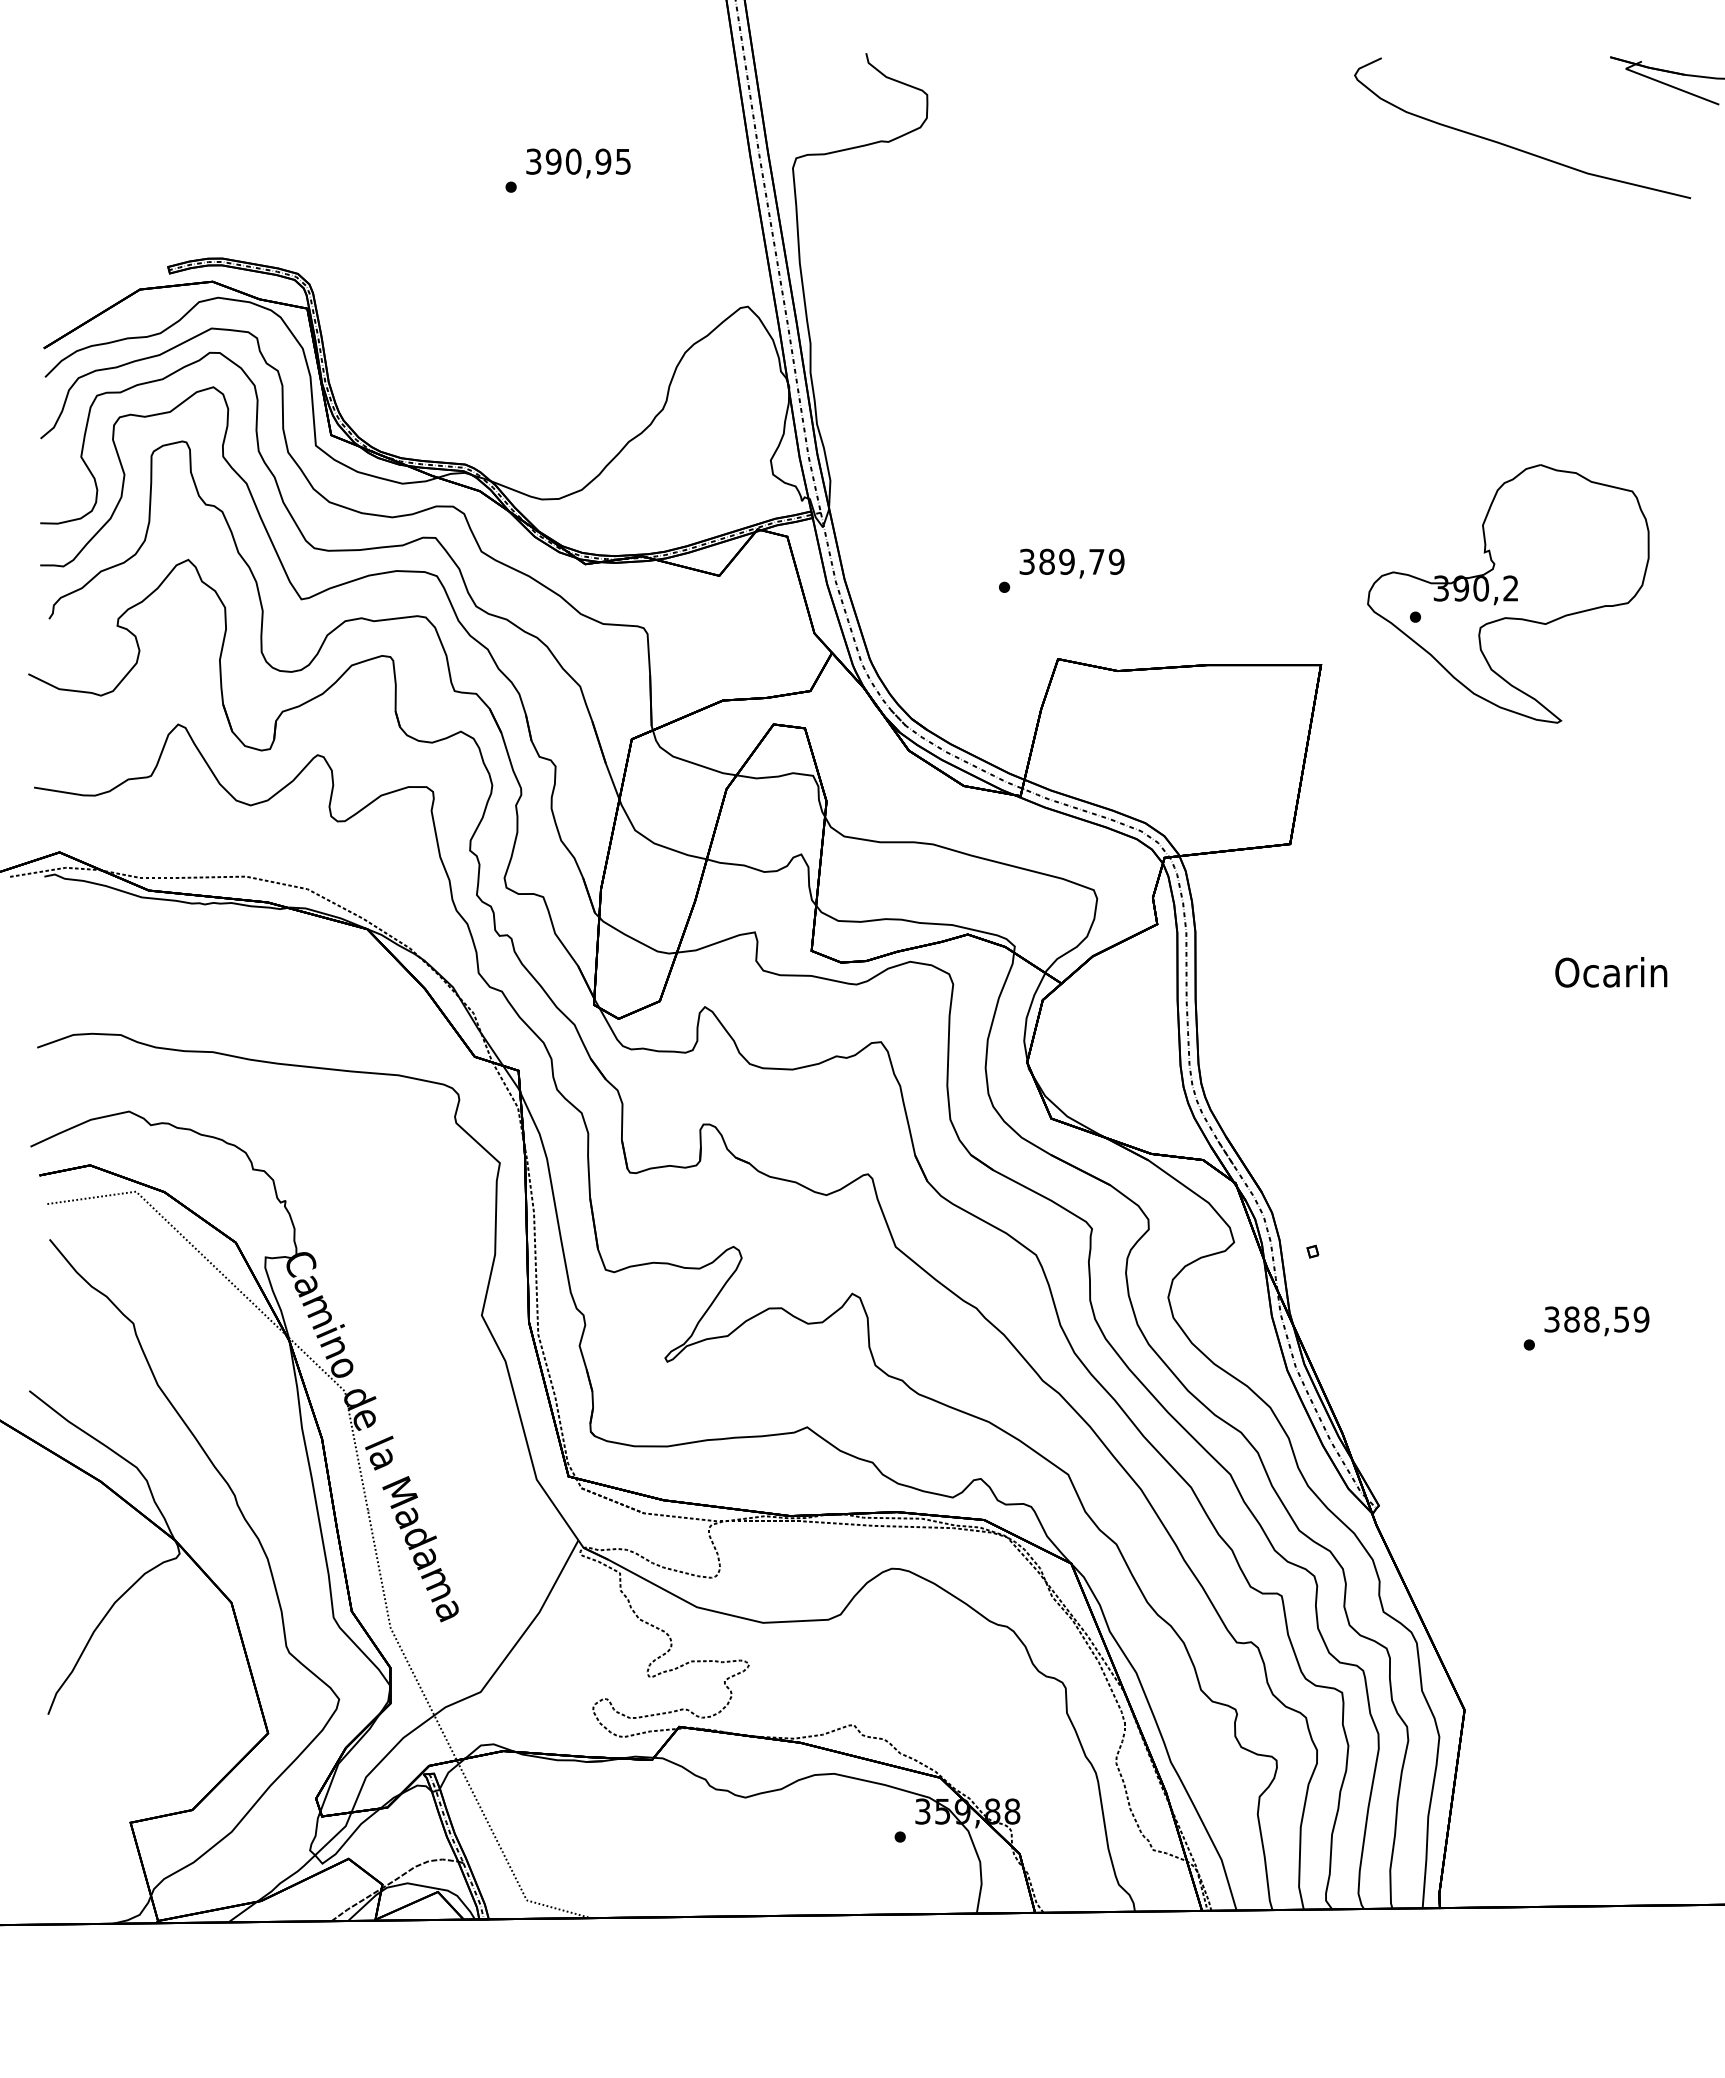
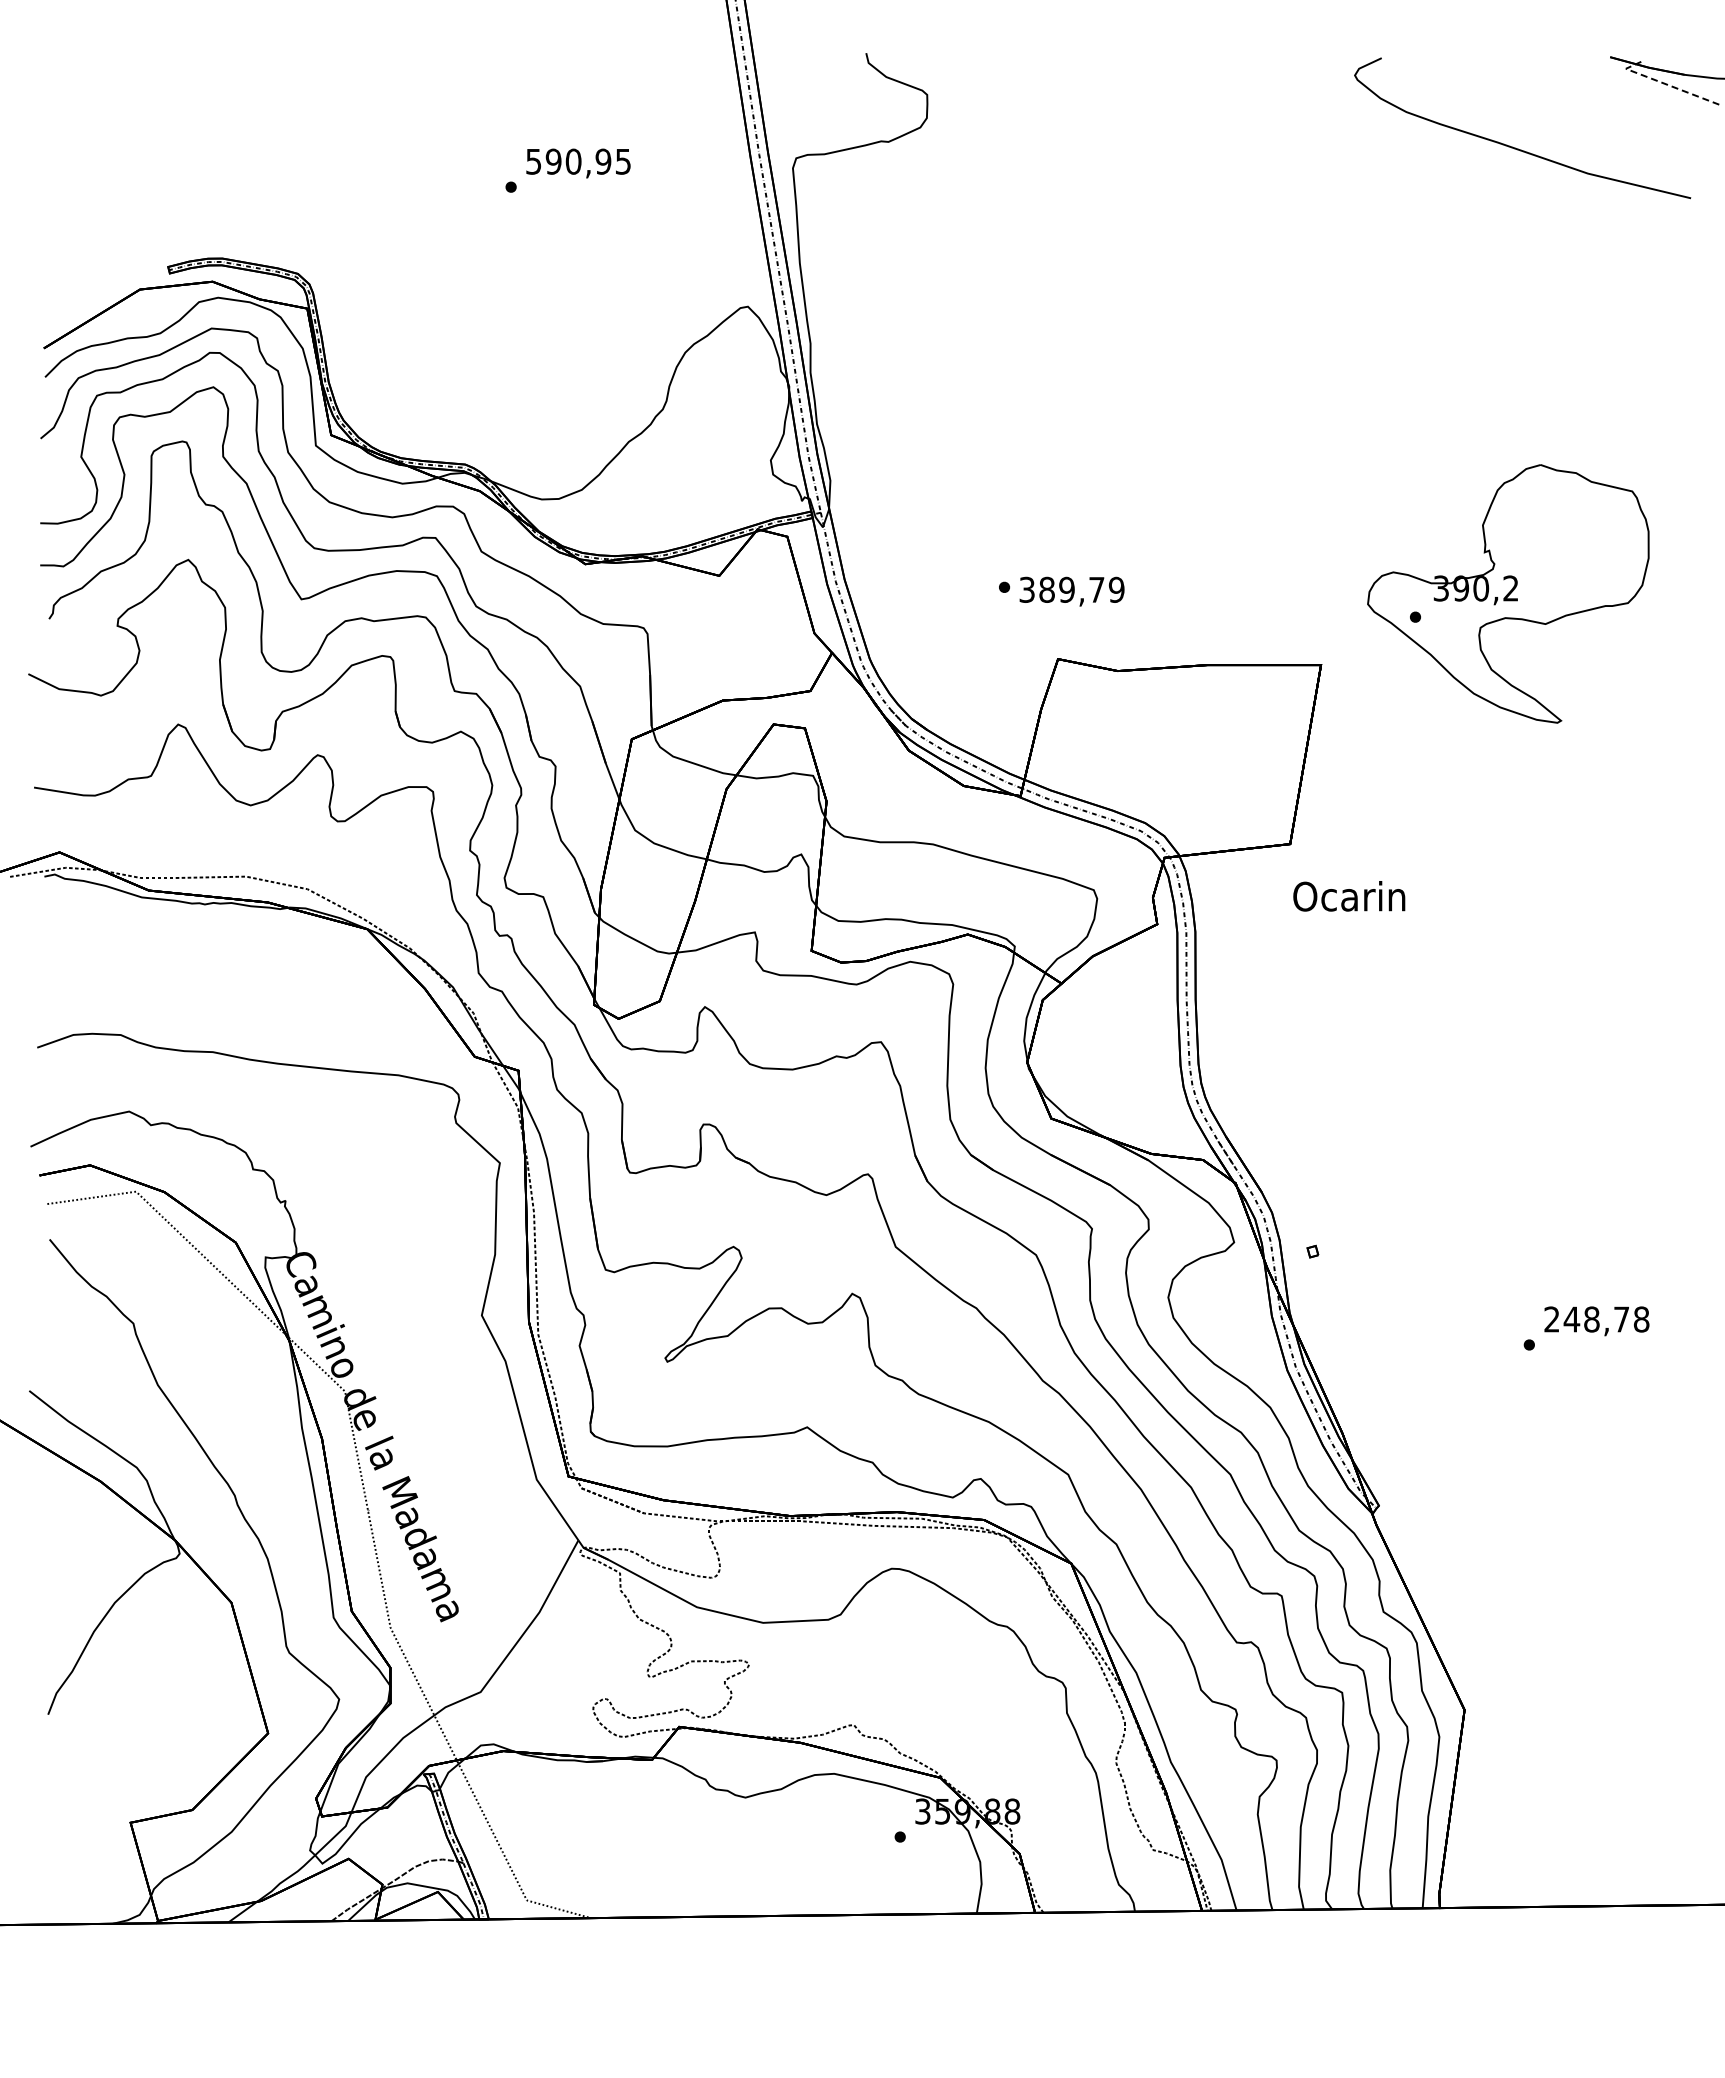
line at (1663, 83): solid -> dashed
text at (534, 160): 390,95 -> 590,95
text at (1071, 563) position: (1071, 563) -> (1071, 591)
text at (1611, 972) position: (1611, 972) -> (1349, 896)
text at (1596, 1319): 388,59 -> 248,78
